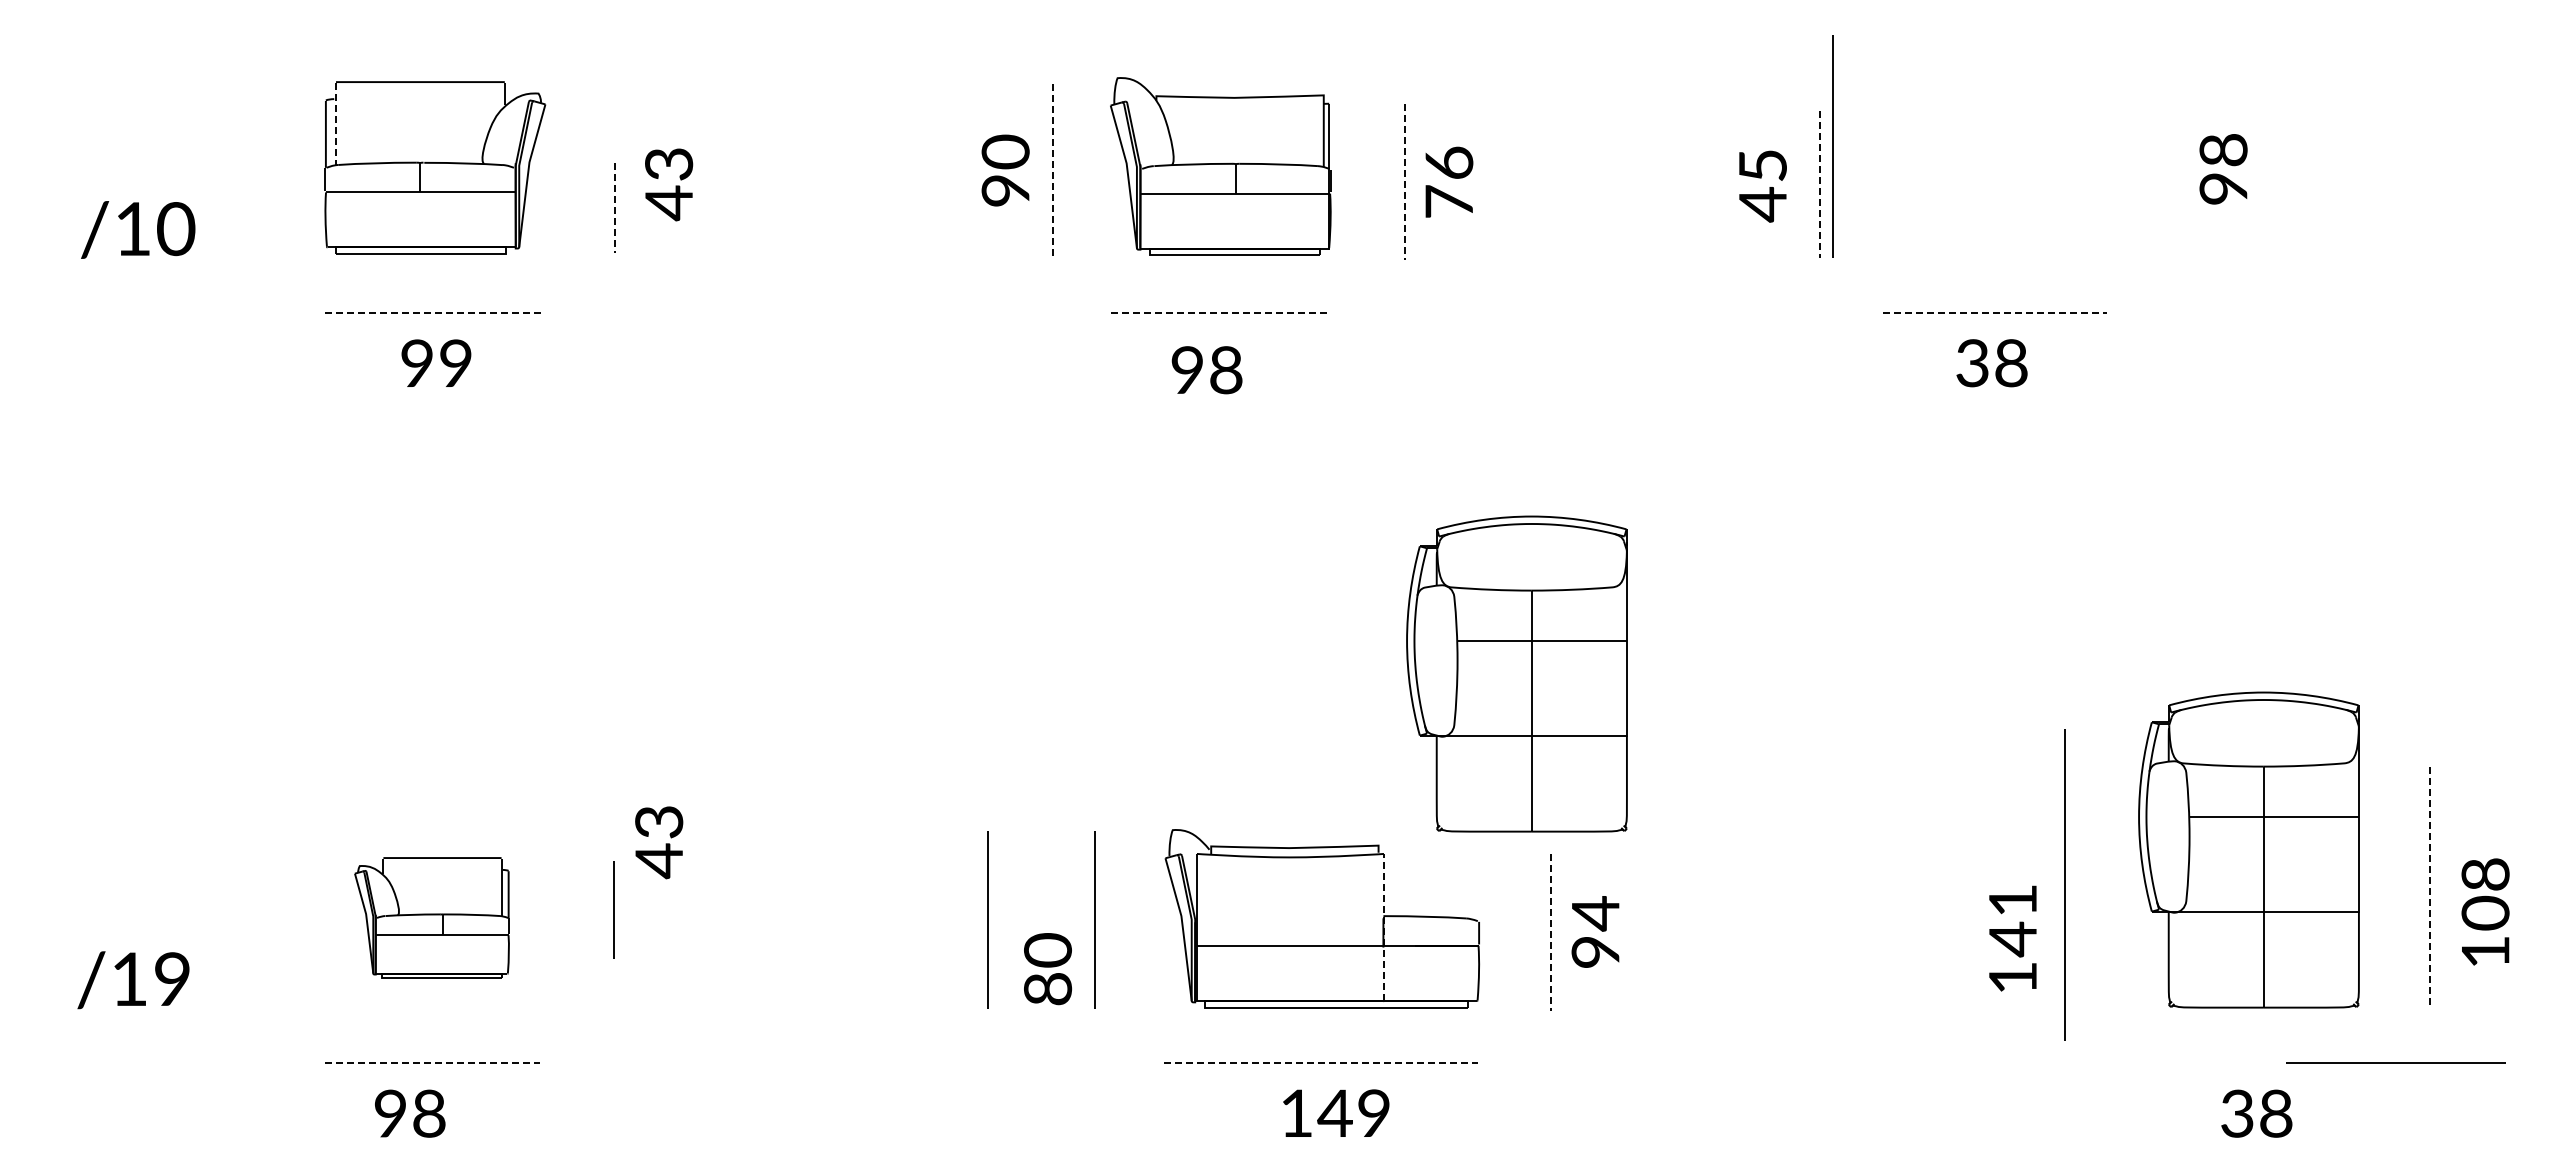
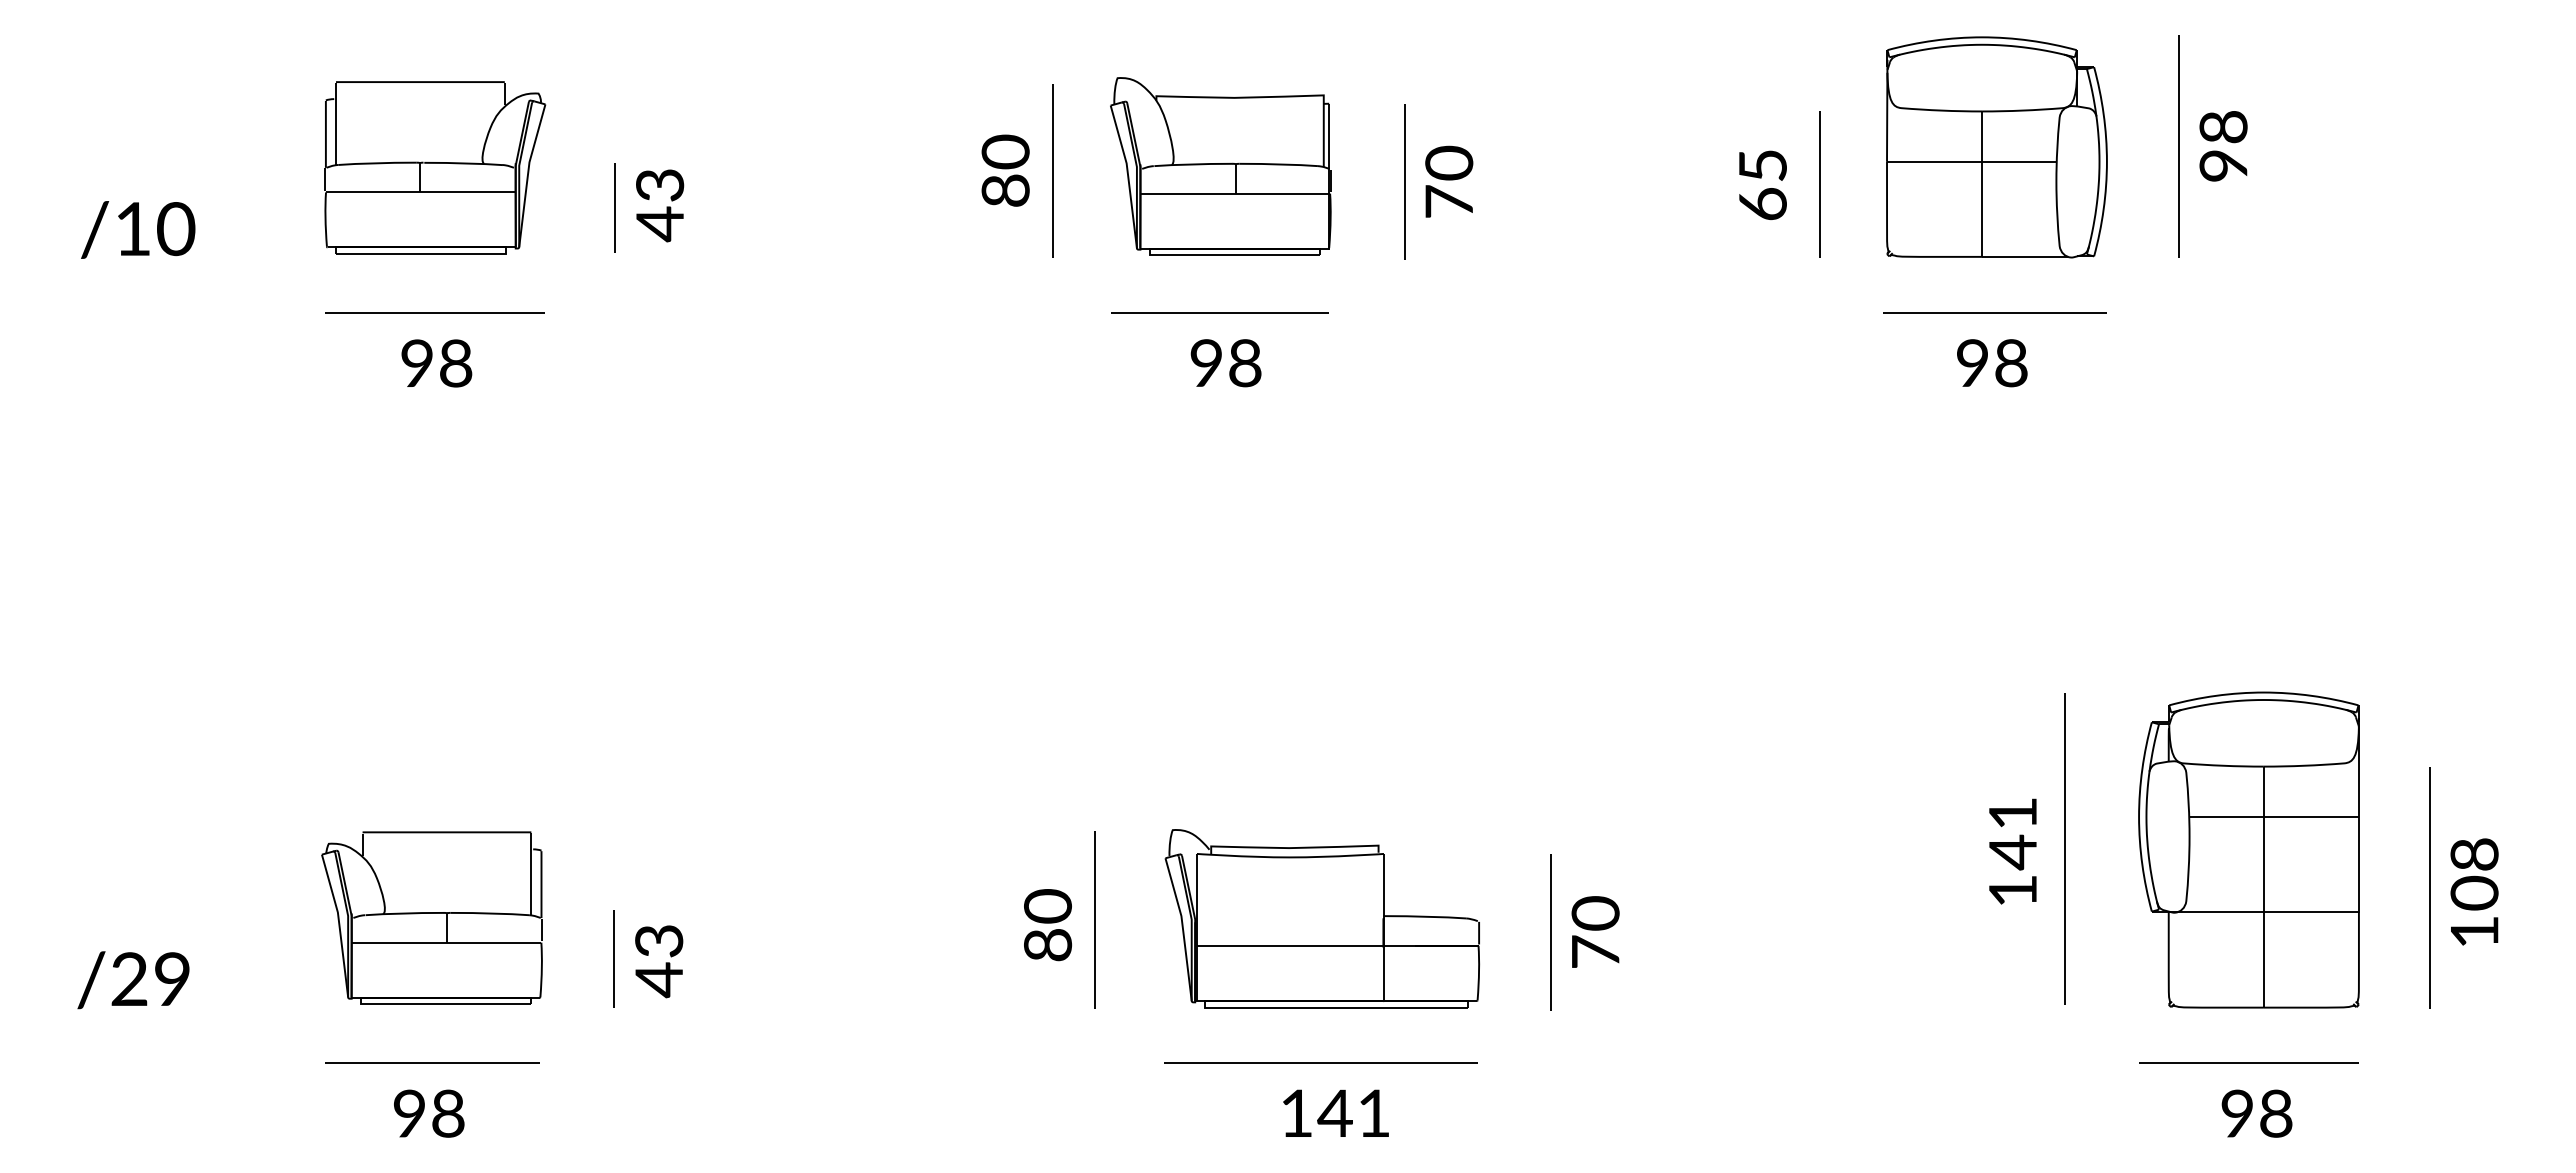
line at (336, 124): dashed -> solid
line at (1832, 146) position: (1832, 146) -> (2178, 146)
part at (1996, 147): none -> present
text at (1448, 162): 76 -> 70
text at (2223, 169) position: (2223, 169) -> (2223, 146)
line at (1052, 171): dashed -> solid
line at (1404, 182): dashed -> solid
text at (669, 184) position: (669, 184) -> (660, 205)
line at (1819, 184): dashed -> solid
text at (1006, 190): 90 -> 80
text at (1762, 204): 45 -> 65
line at (615, 208): dashed -> solid
line at (435, 312): dashed -> solid
line at (1220, 312): dashed -> solid
line at (1995, 312): dashed -> solid
text at (1972, 363): 38 -> 98
text at (456, 364): 99 -> 98
text at (1206, 370) position: (1206, 370) -> (1225, 363)
part at (1516, 673): present -> none
text at (659, 842) position: (659, 842) -> (659, 961)
line at (2064, 884) position: (2064, 884) -> (2064, 848)
line at (2429, 888): dashed -> solid
line at (613, 909) position: (613, 909) -> (613, 958)
text at (2485, 911) position: (2485, 911) -> (2474, 891)
part at (431, 917) size: 156x122 px -> 222x174 px
line at (987, 919): present -> none
line at (1383, 926): dashed -> solid
text at (1595, 931): 94 -> 70
line at (1550, 933): dashed -> solid
text at (2012, 938) position: (2012, 938) -> (2012, 851)
text at (1047, 969) position: (1047, 969) -> (1047, 925)
text at (129, 978): /19 -> /29
line at (2395, 1062) position: (2395, 1062) -> (2248, 1062)
line at (432, 1063): dashed -> solid
line at (1321, 1063): dashed -> solid
text at (1373, 1112): 149 -> 141
text at (410, 1113) position: (410, 1113) -> (429, 1113)
text at (2237, 1113): 38 -> 98
